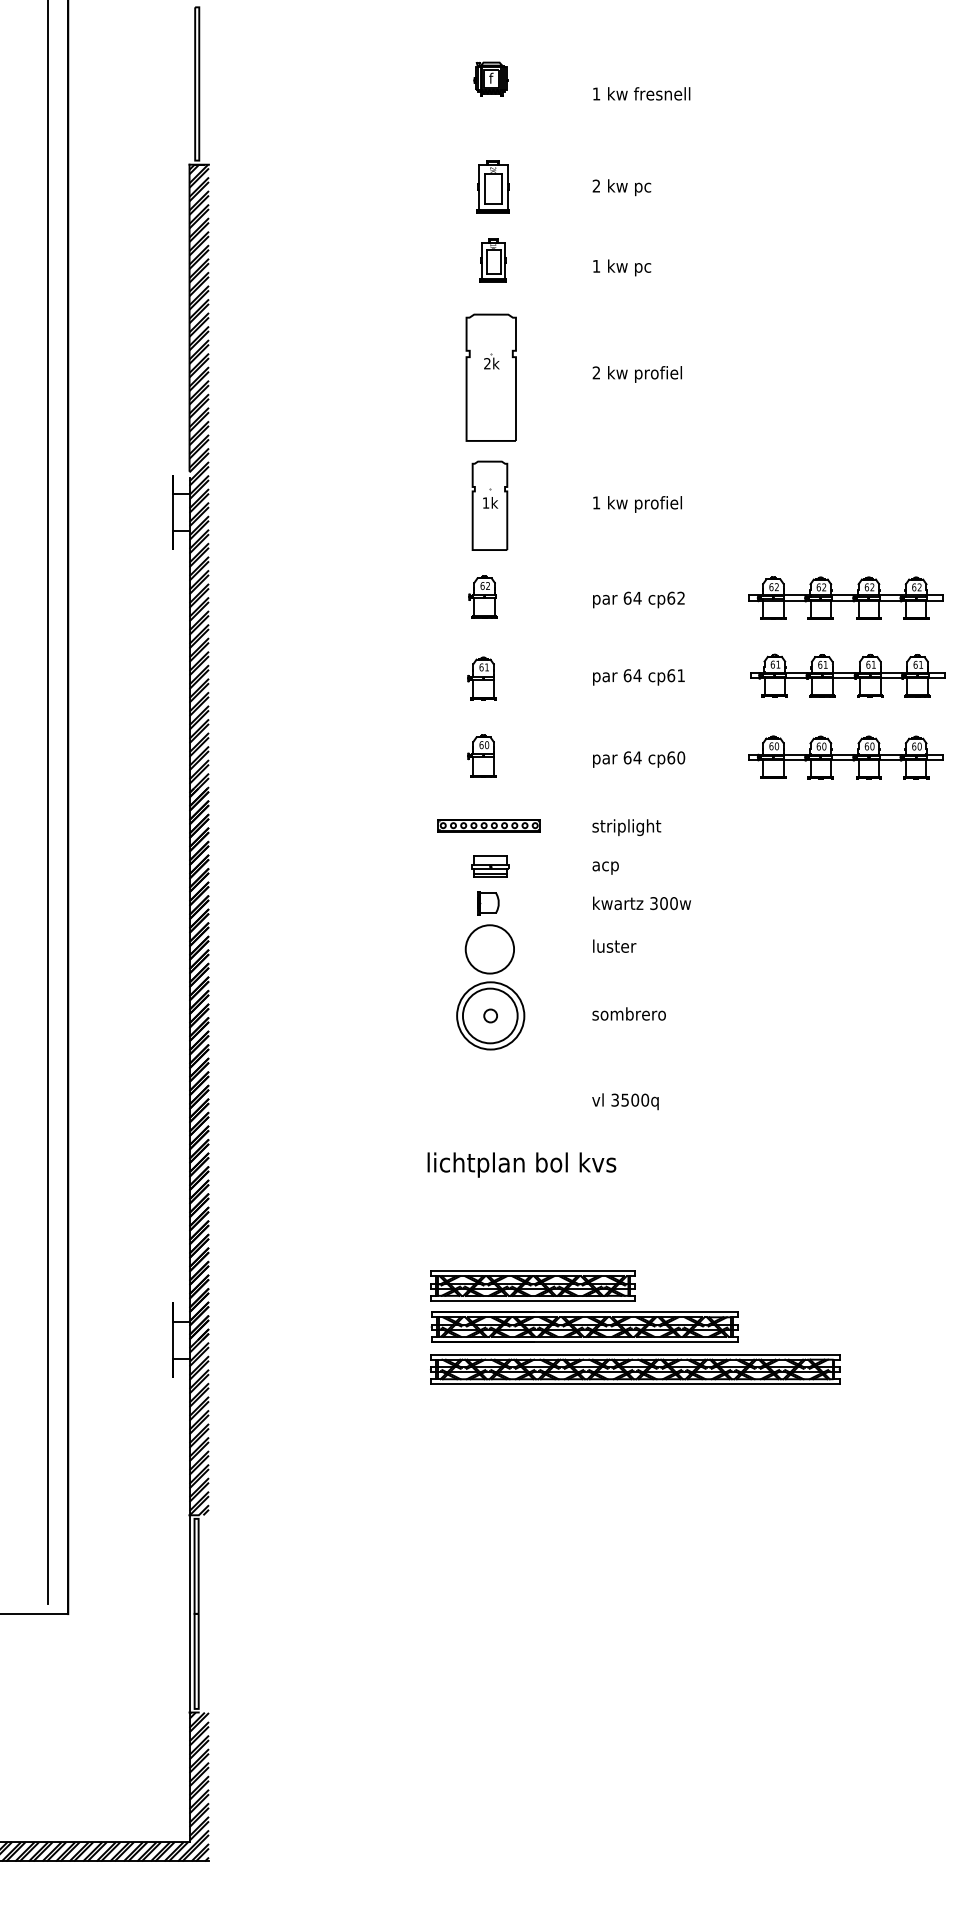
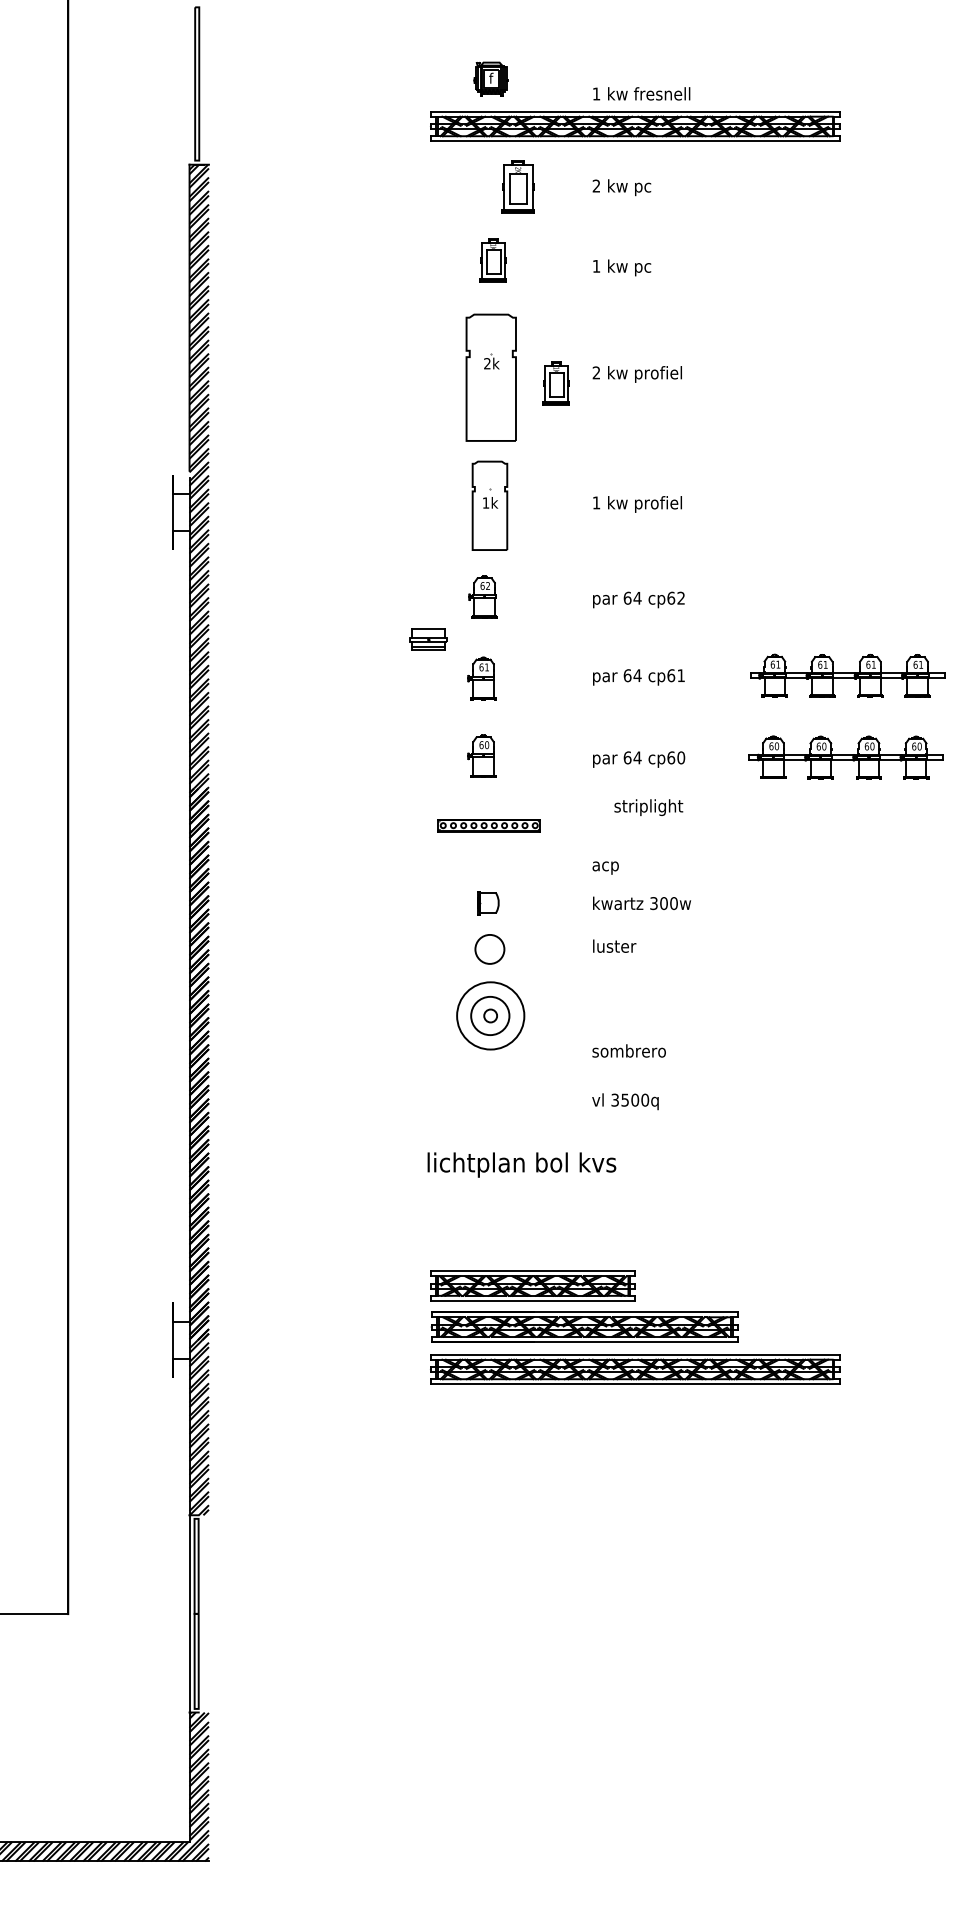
part at (635, 126): none -> present
part at (492, 186) position: (492, 186) -> (517, 186)
part at (555, 383): none -> present
part at (845, 597): present -> none
line at (47, 802): present -> none
text at (626, 827) position: (626, 827) -> (648, 807)
part at (490, 866) position: (490, 866) -> (428, 639)
circle at (489, 949) diameter: 48 px -> 29 px
text at (628, 1013) position: (628, 1013) -> (628, 1050)
circle at (489, 1015) diameter: 55 px -> 38 px
